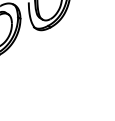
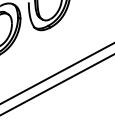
line at (56, 73): none -> present
line at (56, 84): none -> present
